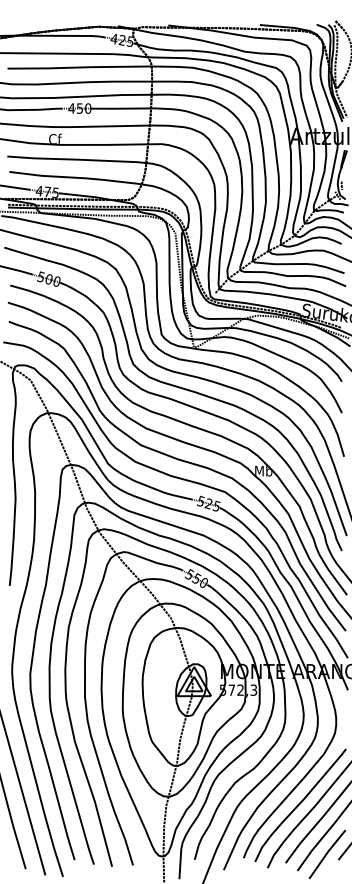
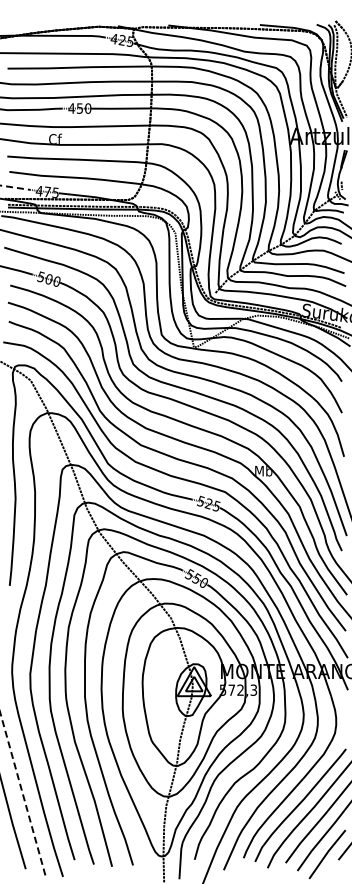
line at (15, 187): solid -> dashed
line at (22, 793): solid -> dashed
